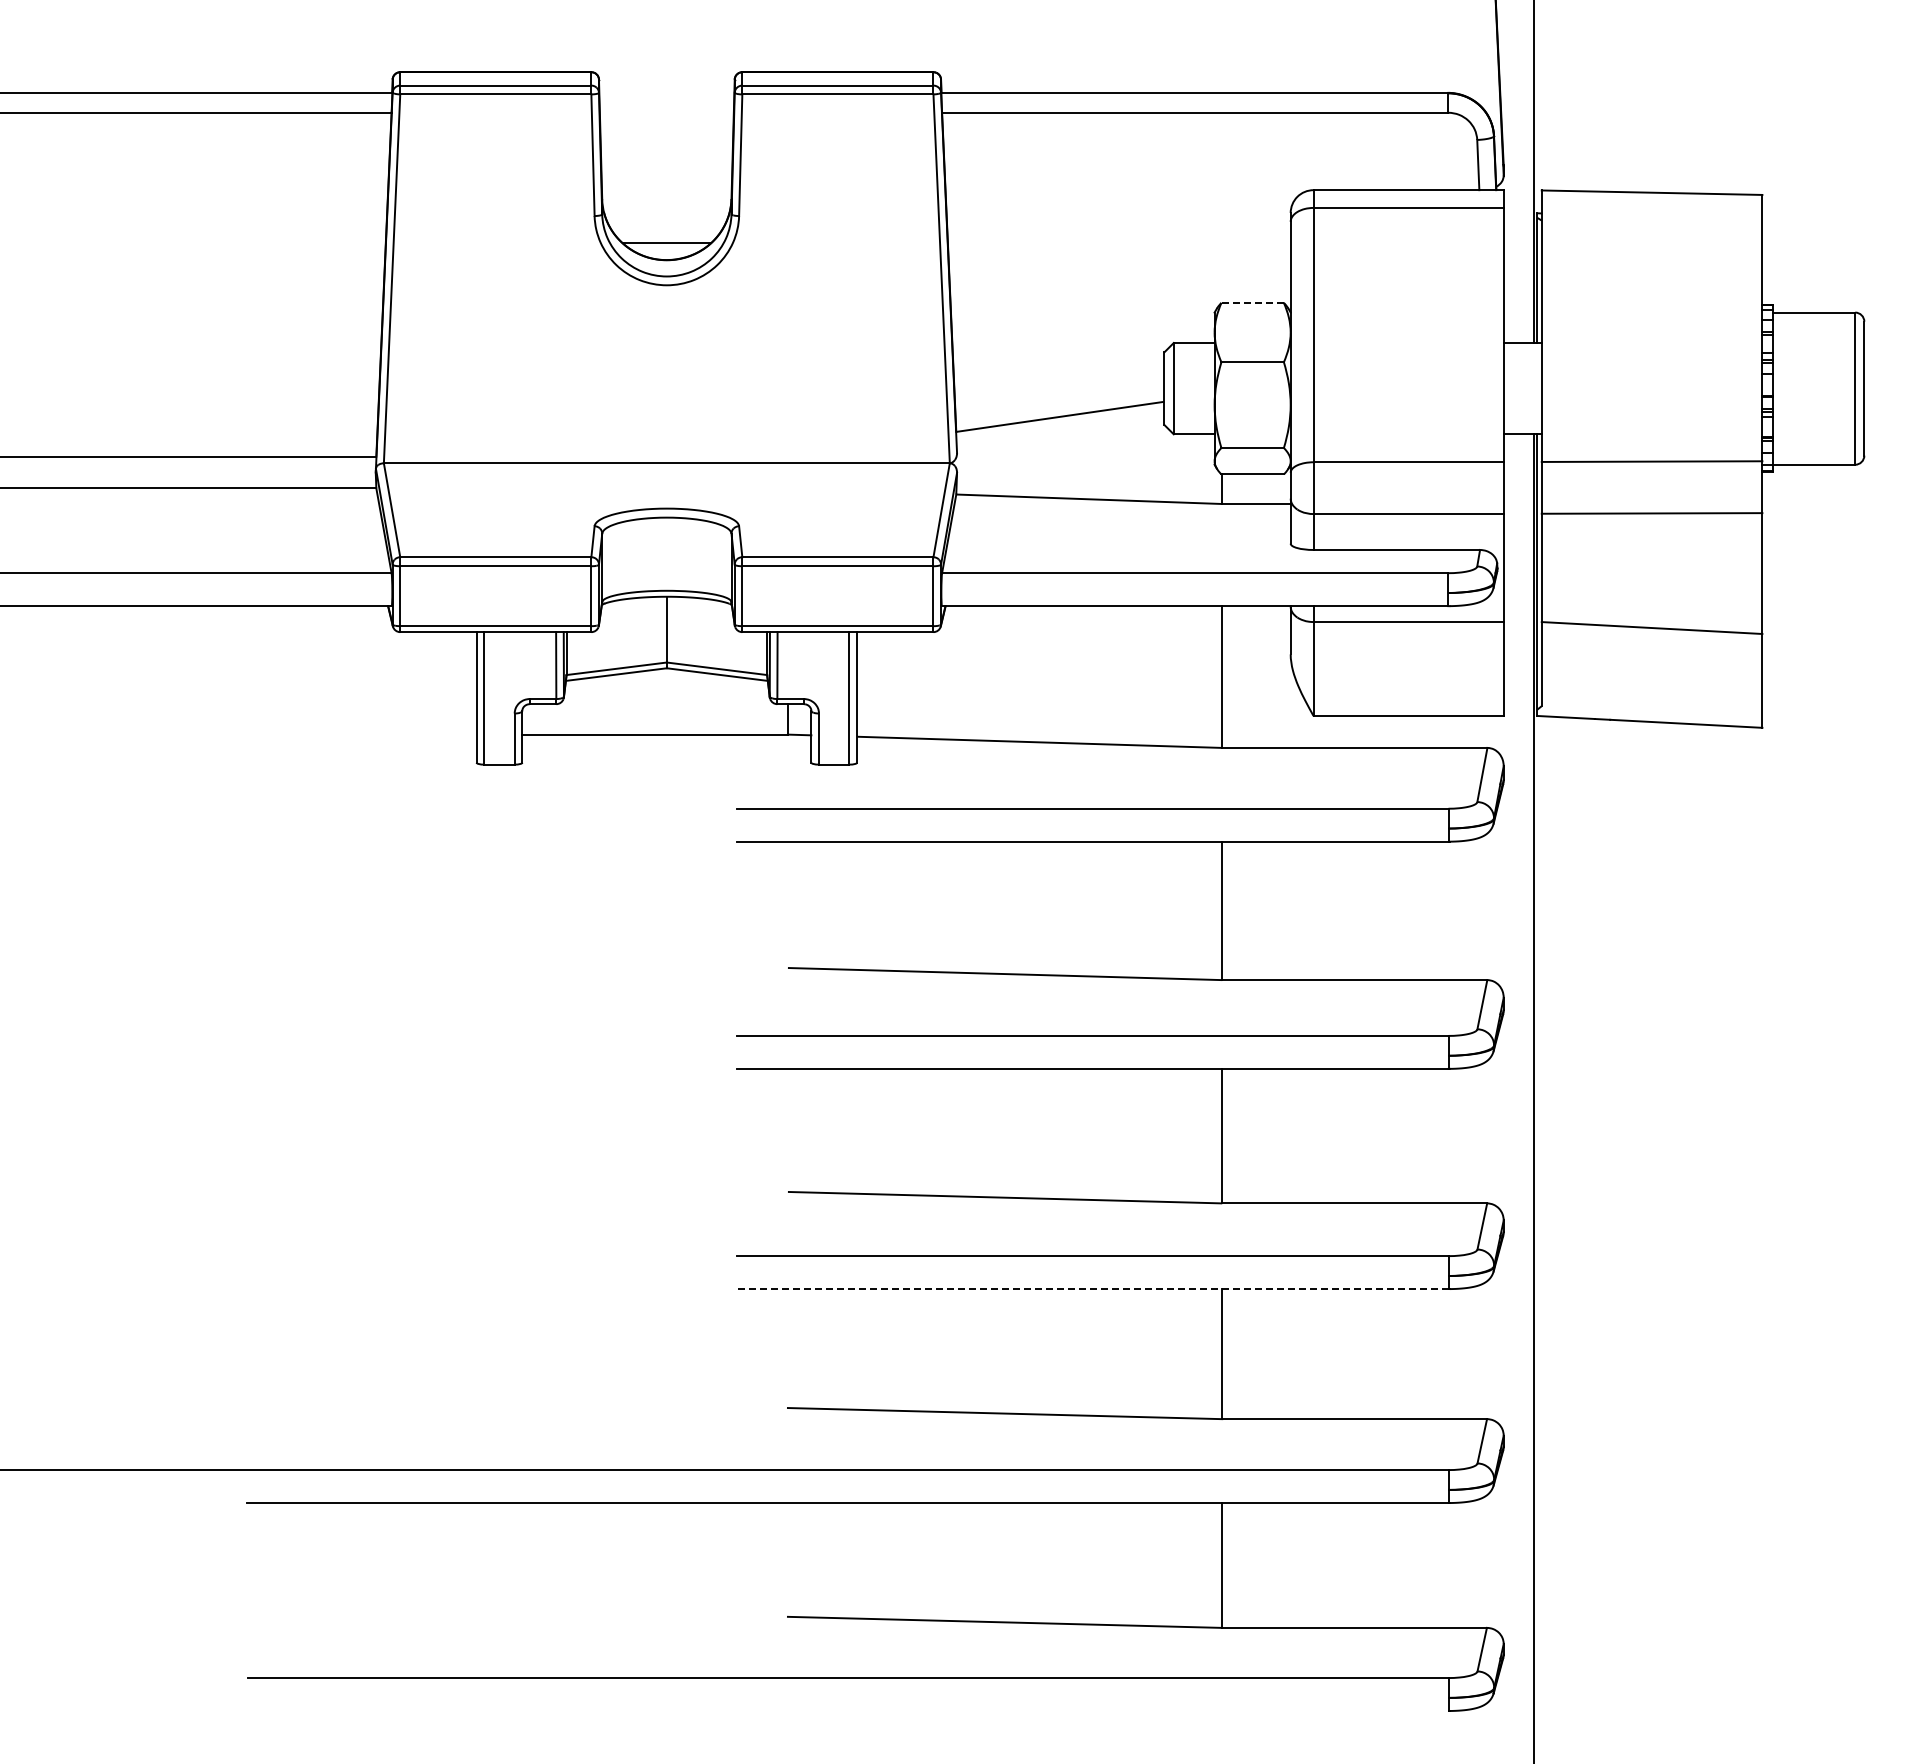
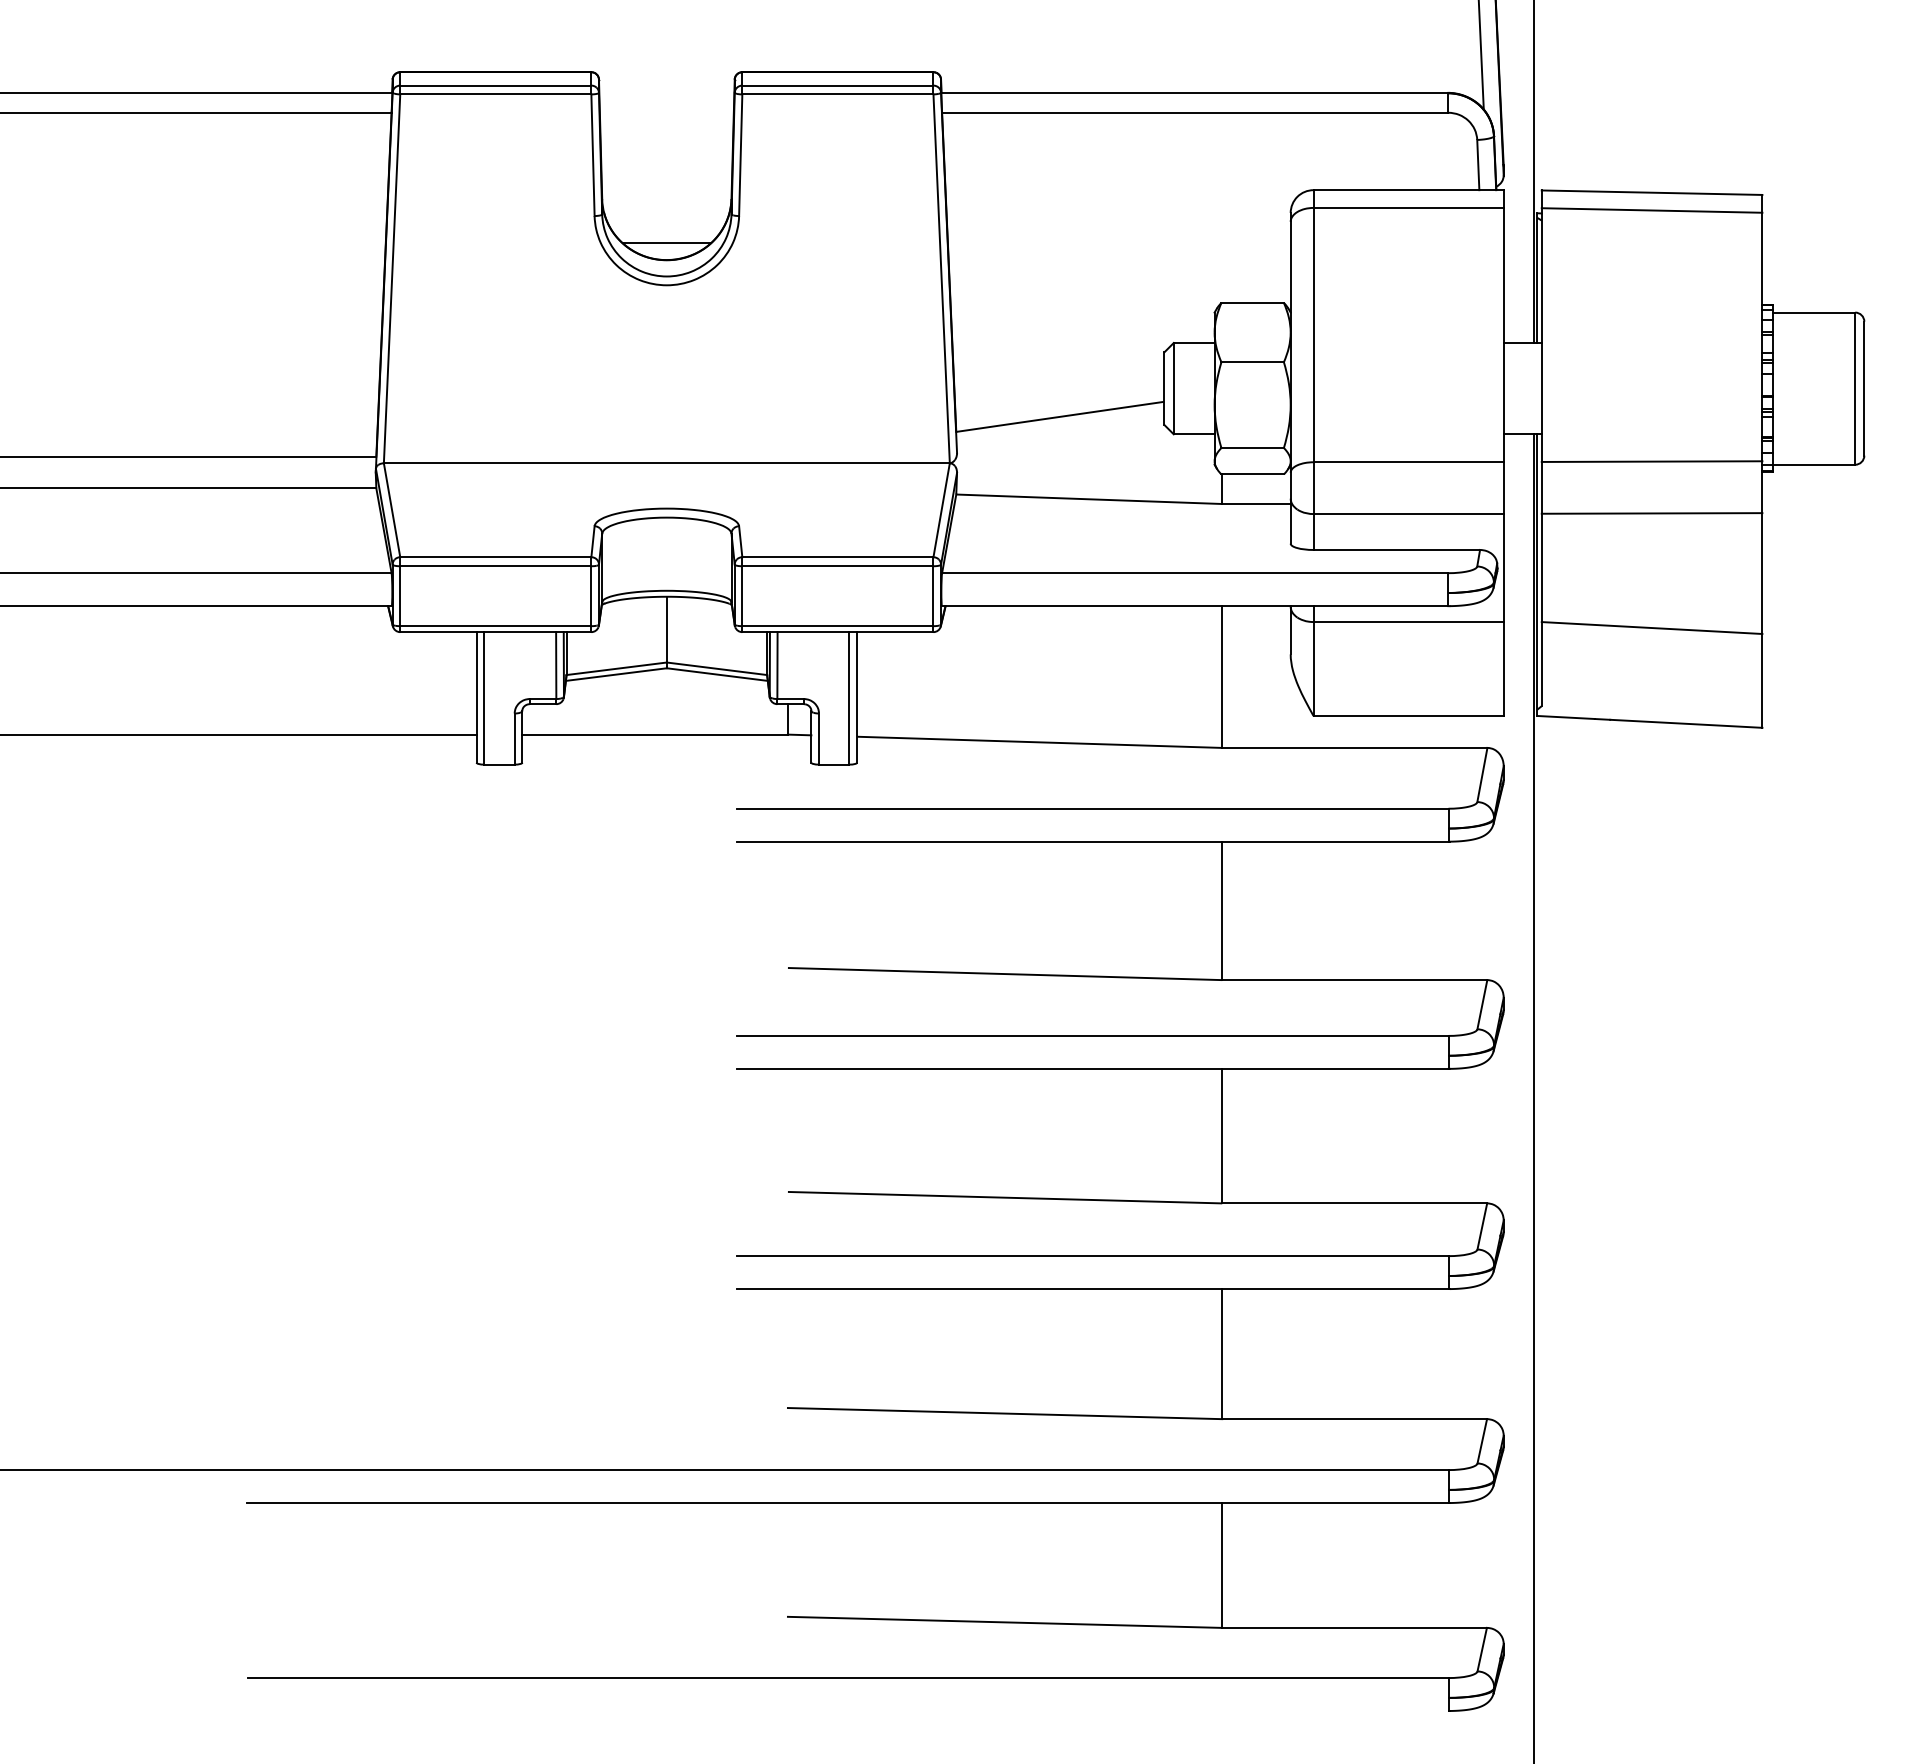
line at (1480, 55): none -> present
line at (1651, 210): none -> present
line at (1252, 302): dashed -> solid
line at (239, 734): none -> present
line at (1092, 1289): dashed -> solid
